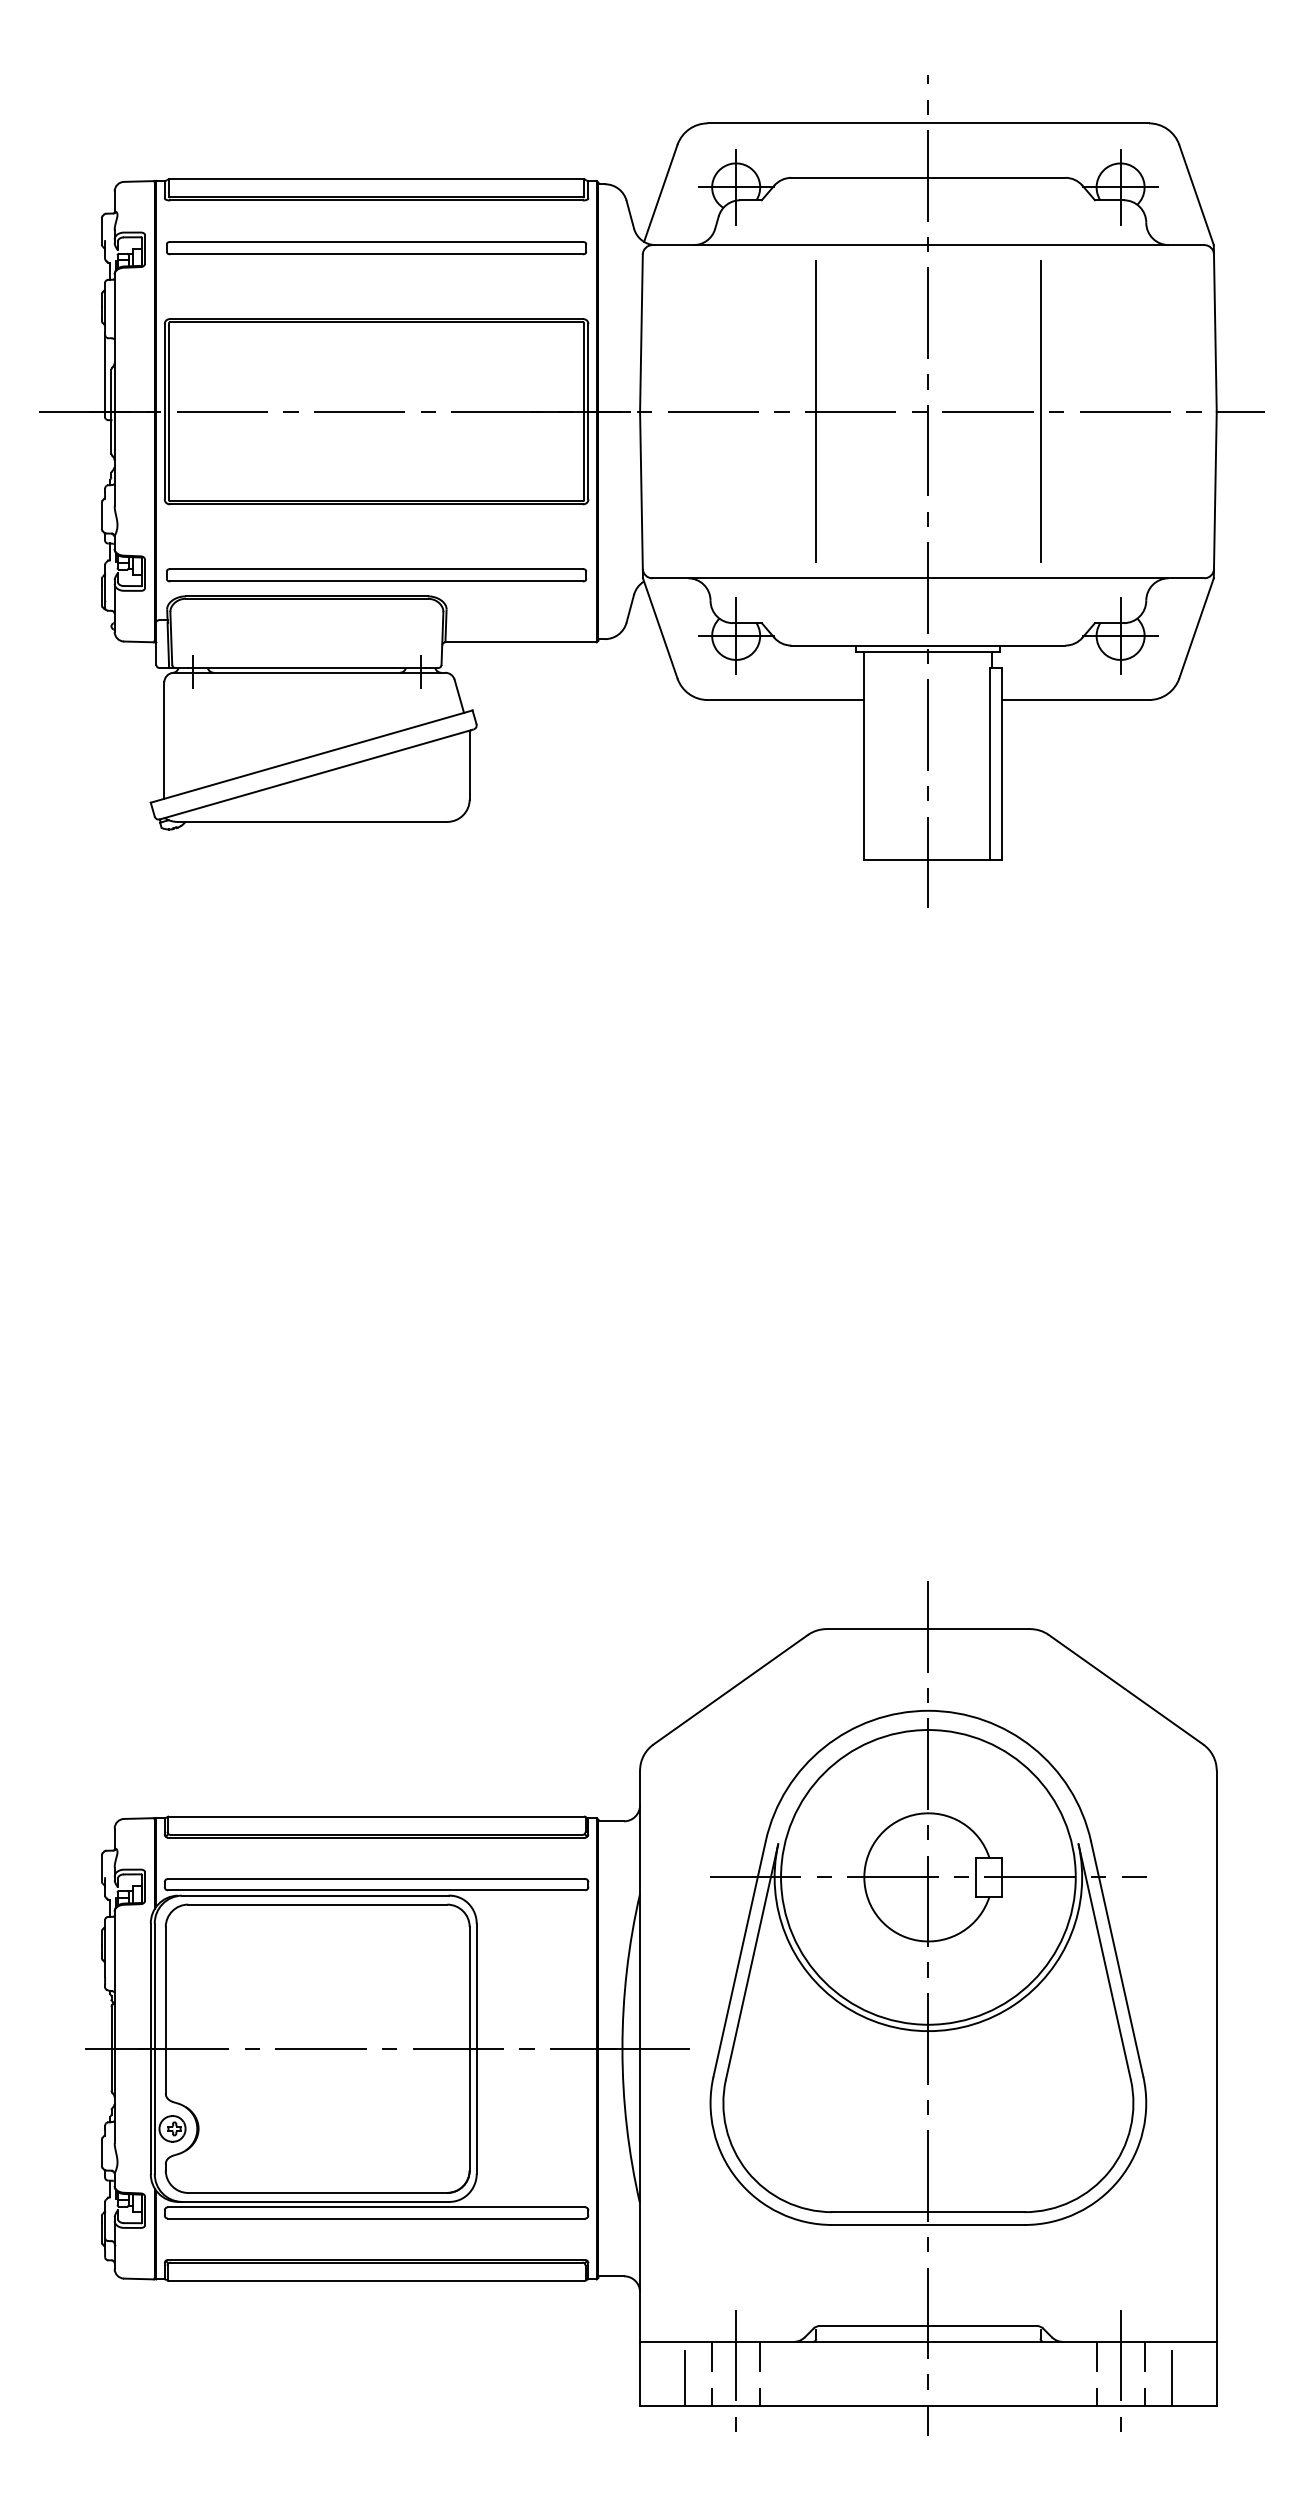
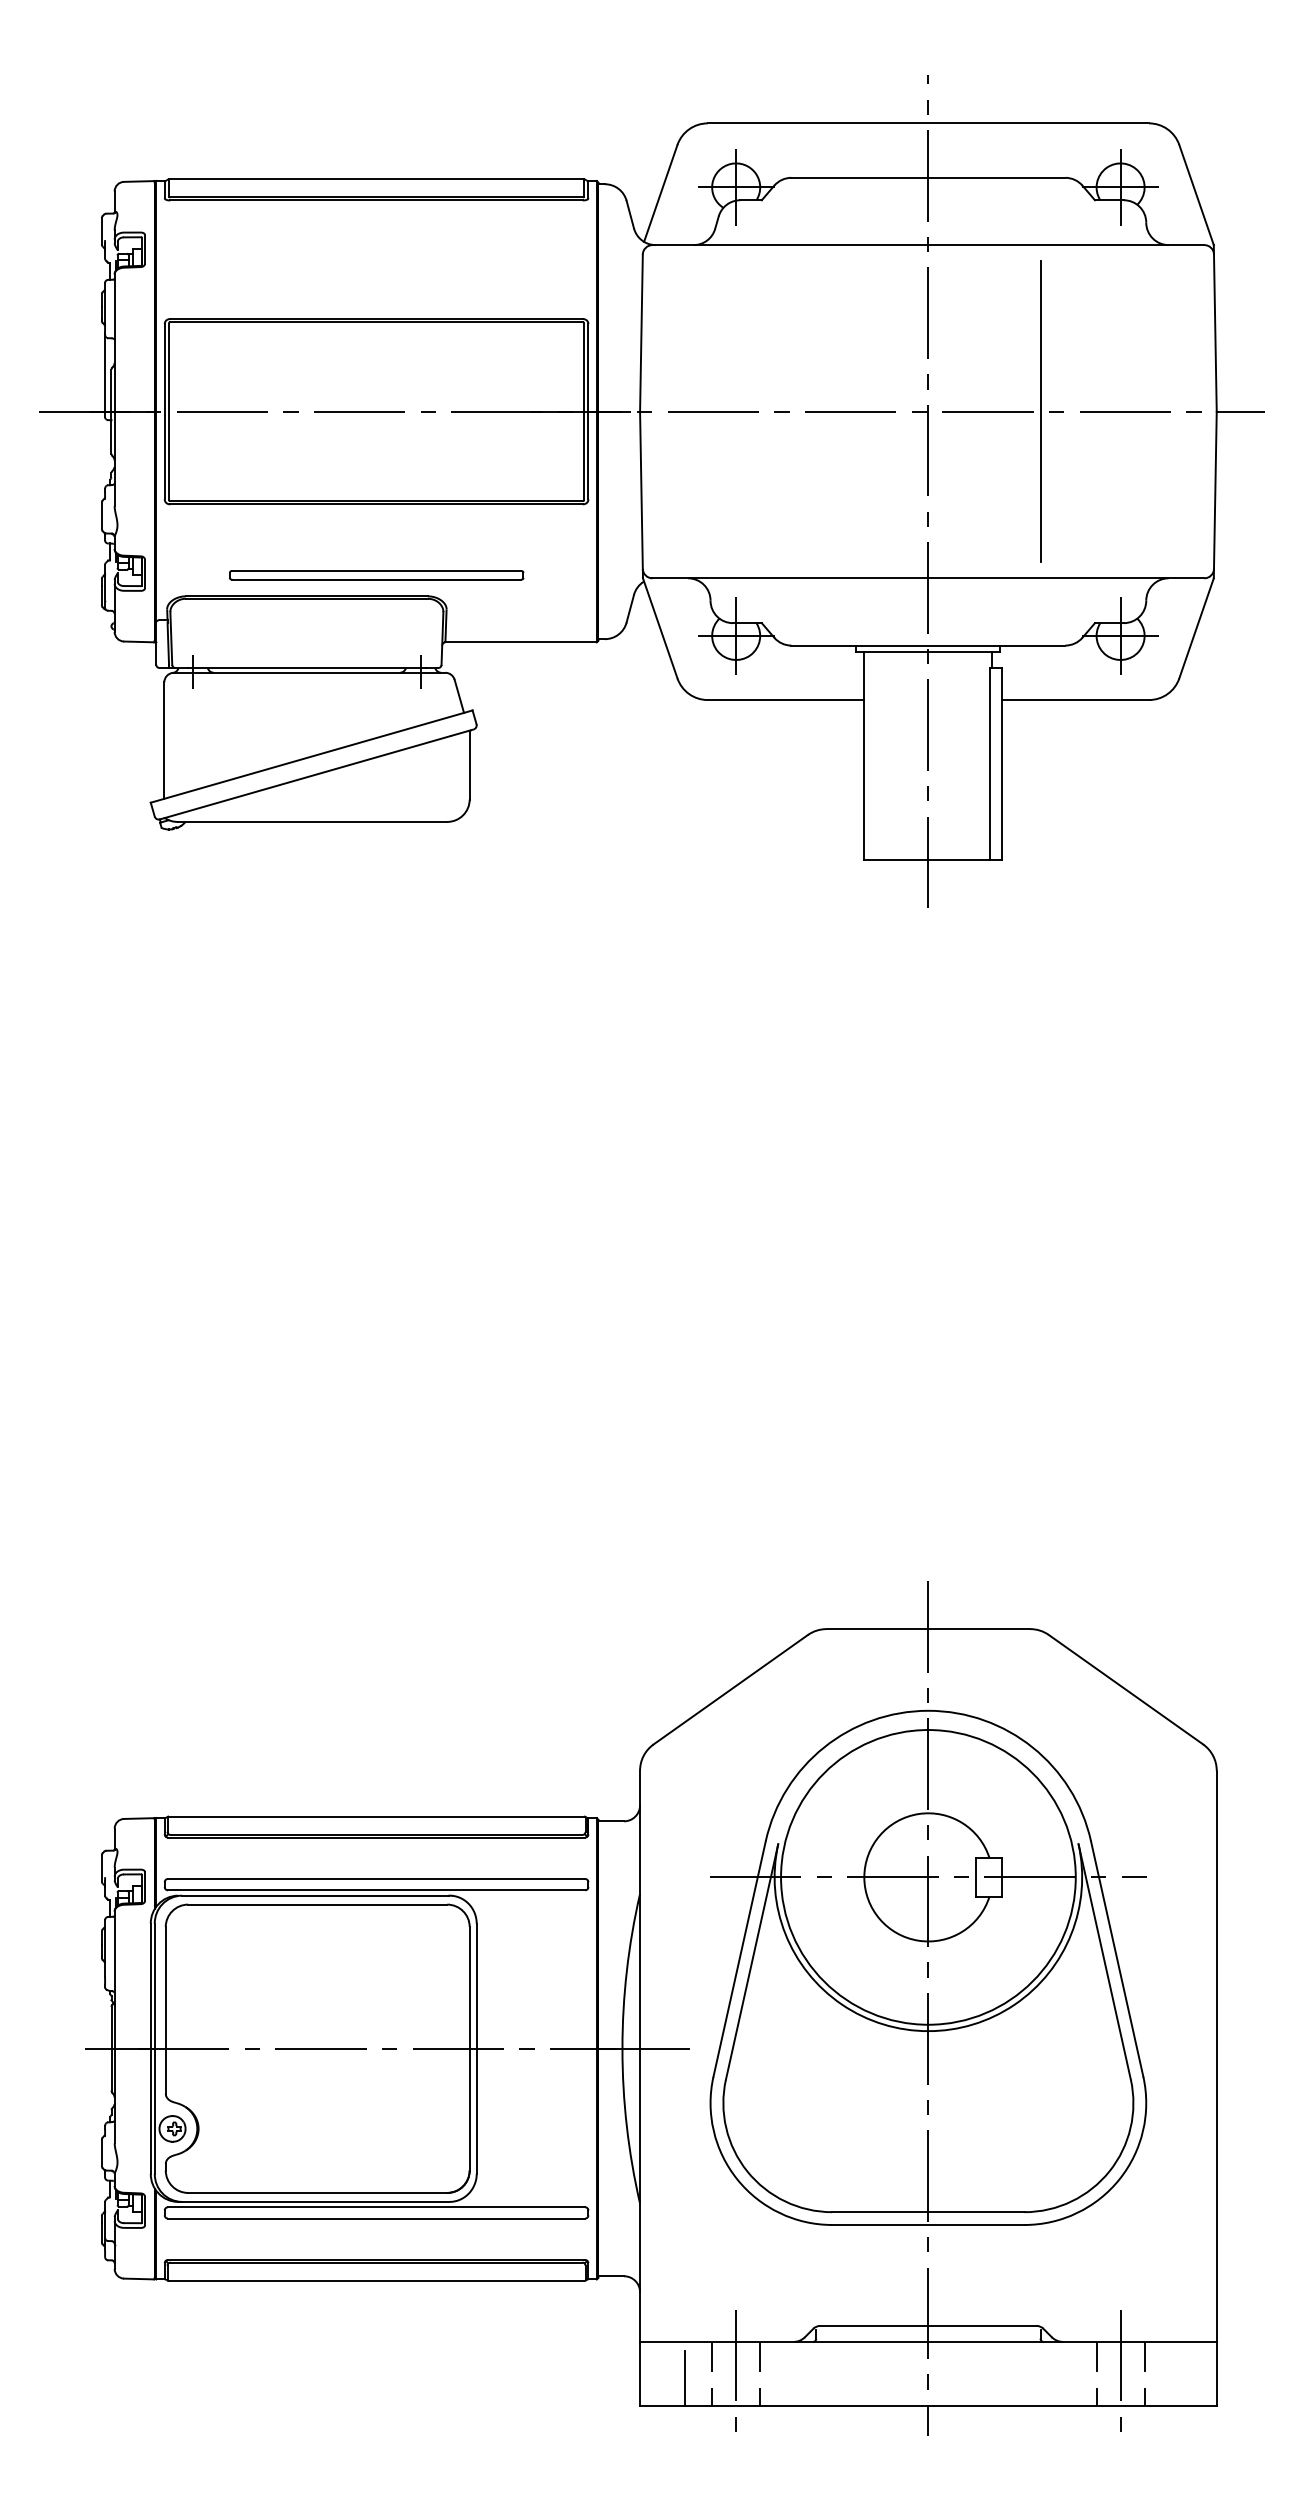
part at (376, 248): present -> none
line at (816, 411): present -> none
part at (376, 575) size: 422x15 px -> 296x11 px
line at (1171, 2378): present -> none
